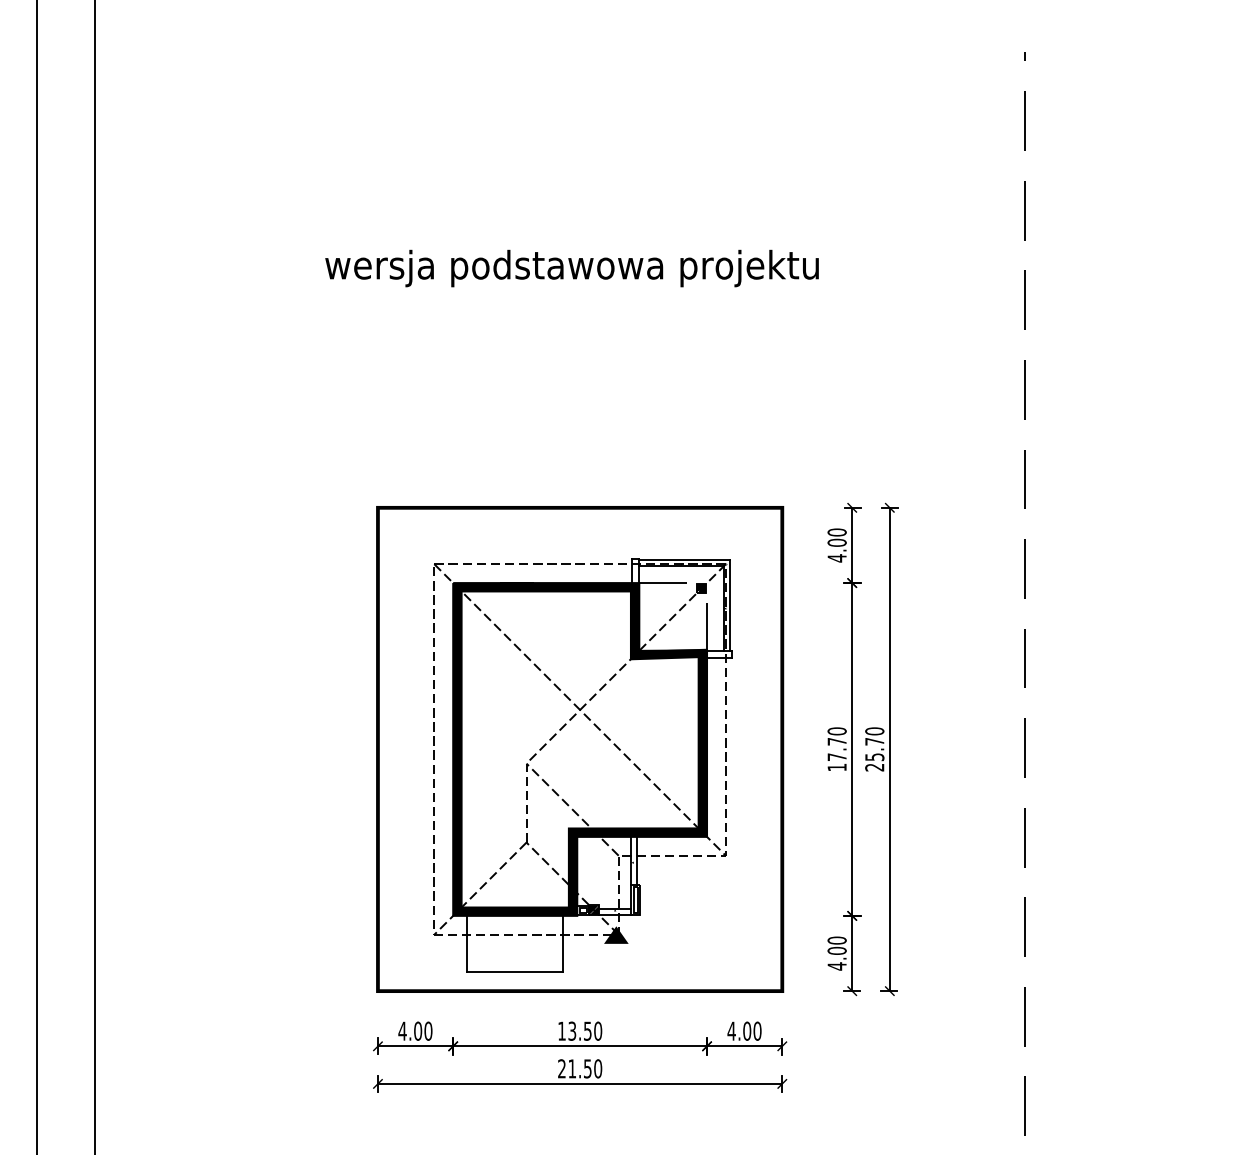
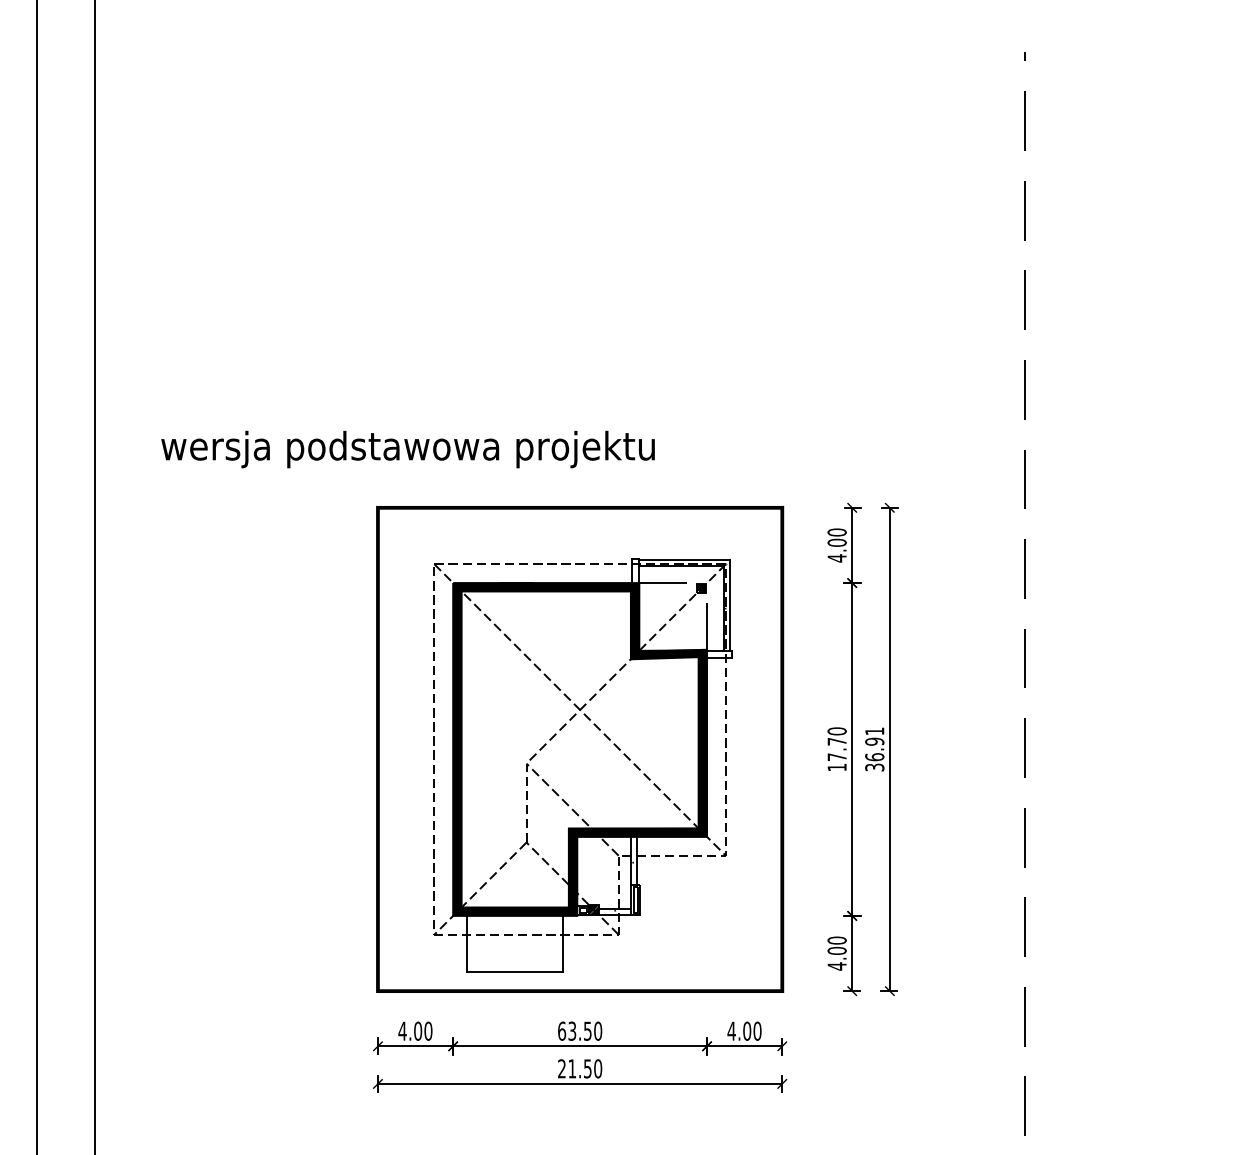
text at (571, 268) position: (571, 268) -> (407, 449)
text at (874, 749): 25.70 -> 36.91
fill at (616, 934): present -> none
text at (562, 1030): 13.50 -> 63.50
